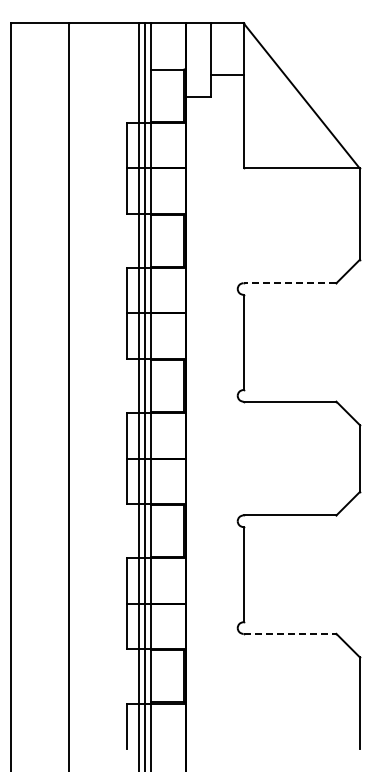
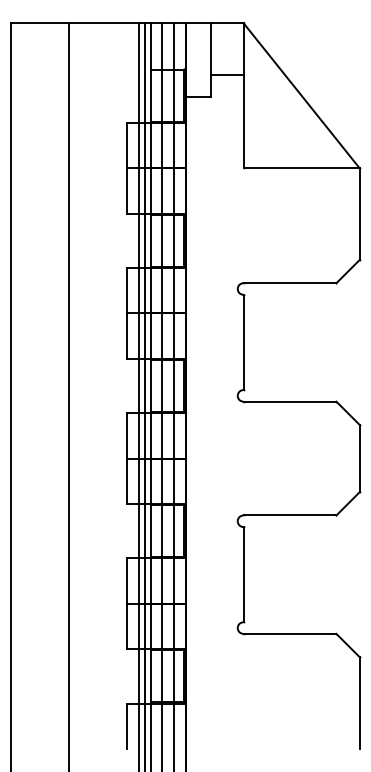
line at (289, 283): dashed -> solid
line at (162, 395): none -> present
line at (173, 395): none -> present
line at (290, 633): dashed -> solid
